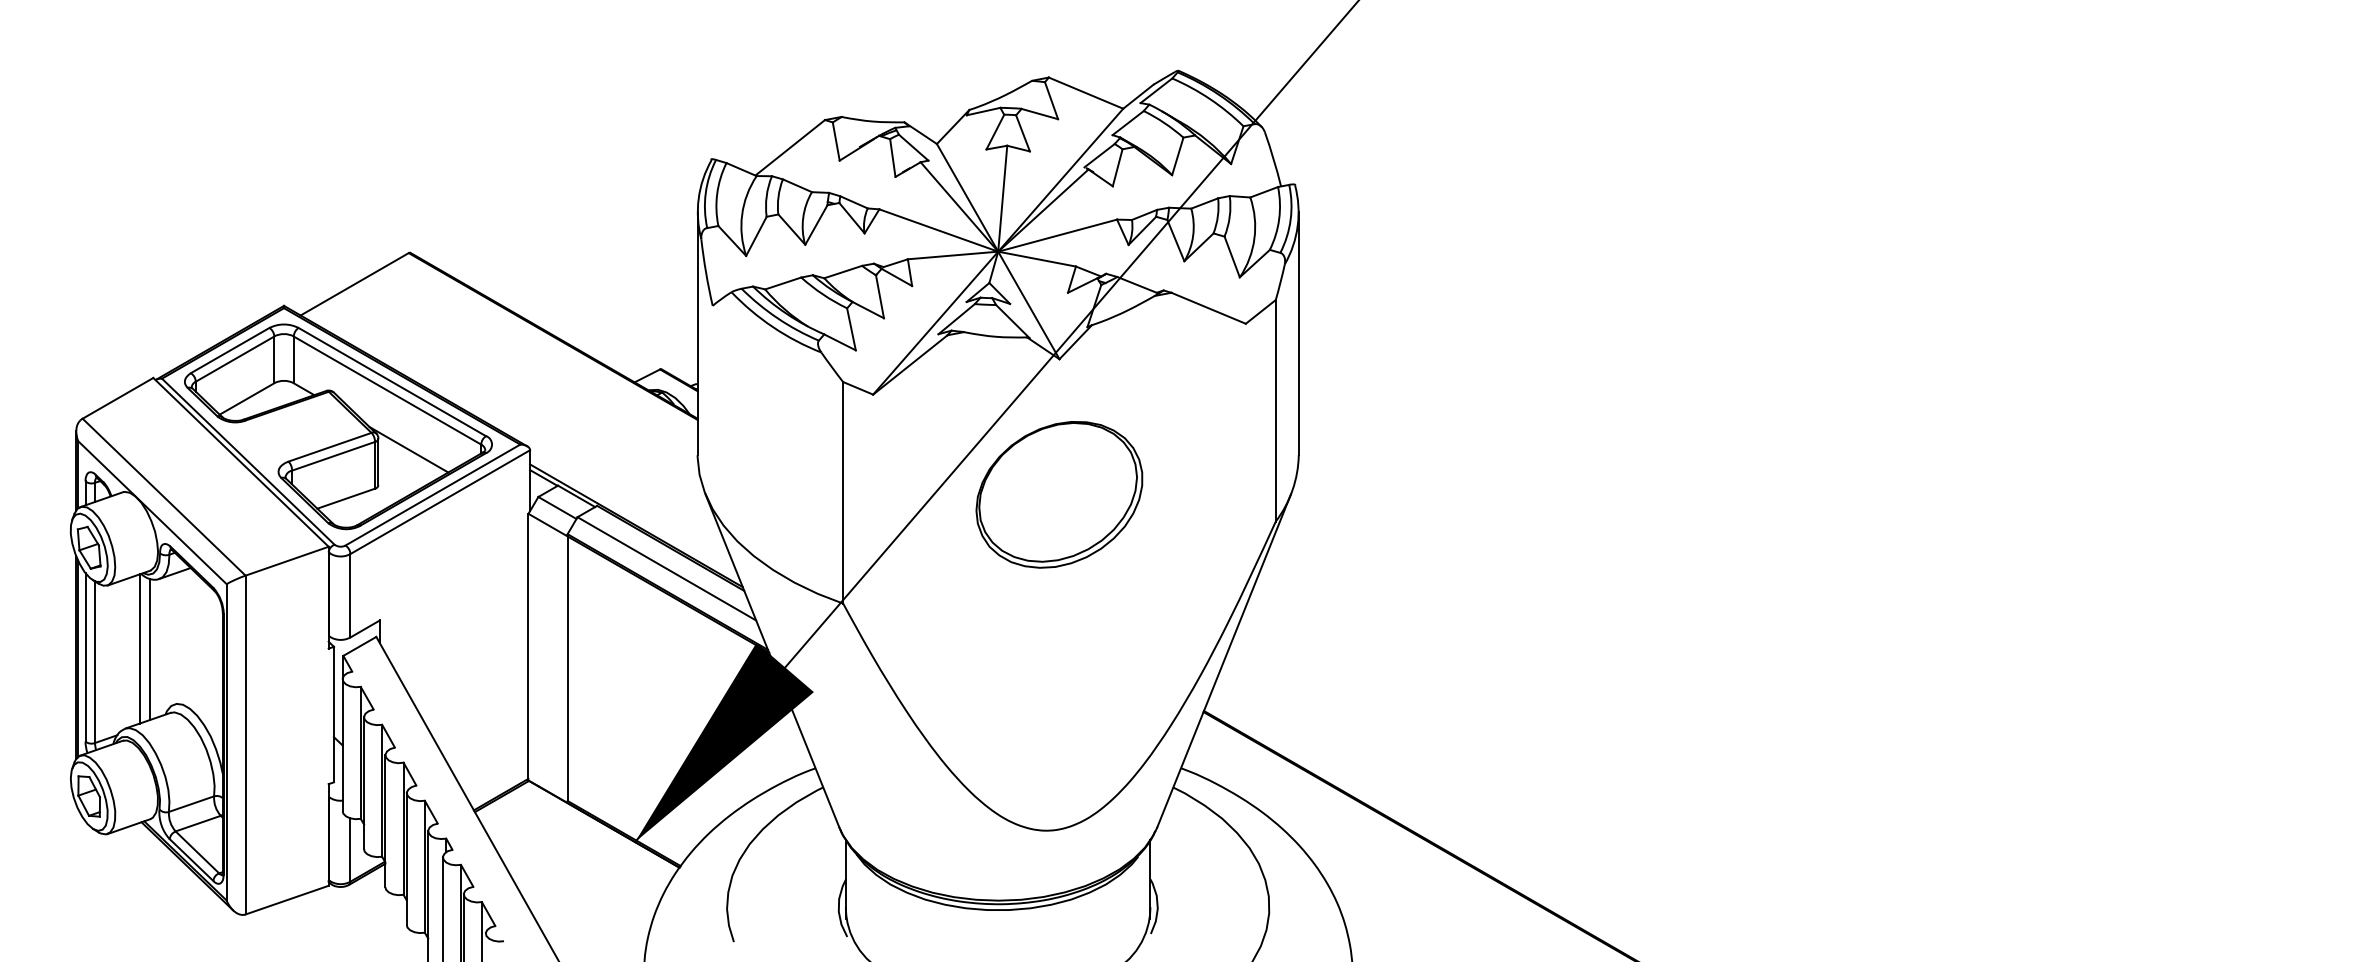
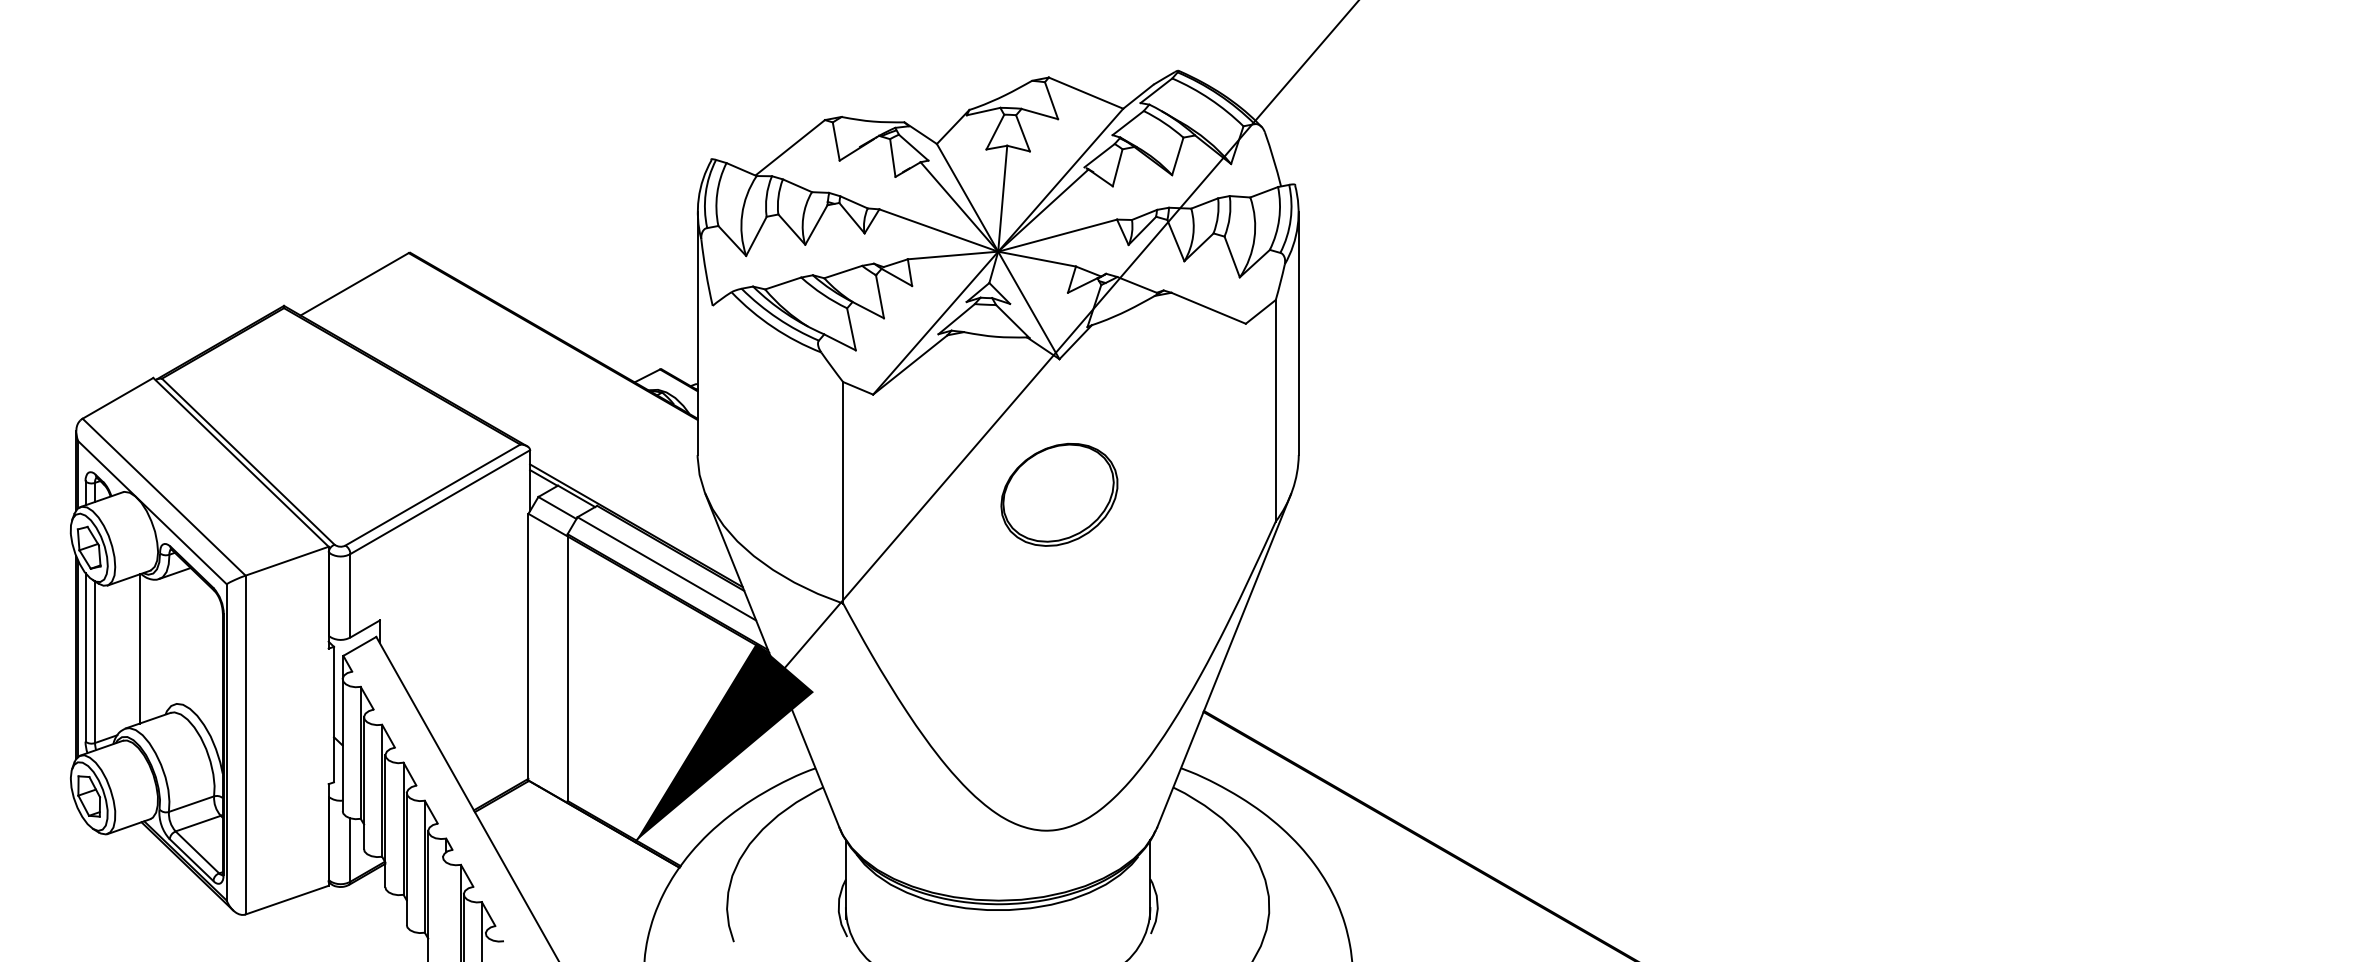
part at (343, 441): present -> none
part at (1059, 494) size: 169x148 px -> 119x104 px
line at (149, 649): present -> none
line at (442, 907): present -> none
